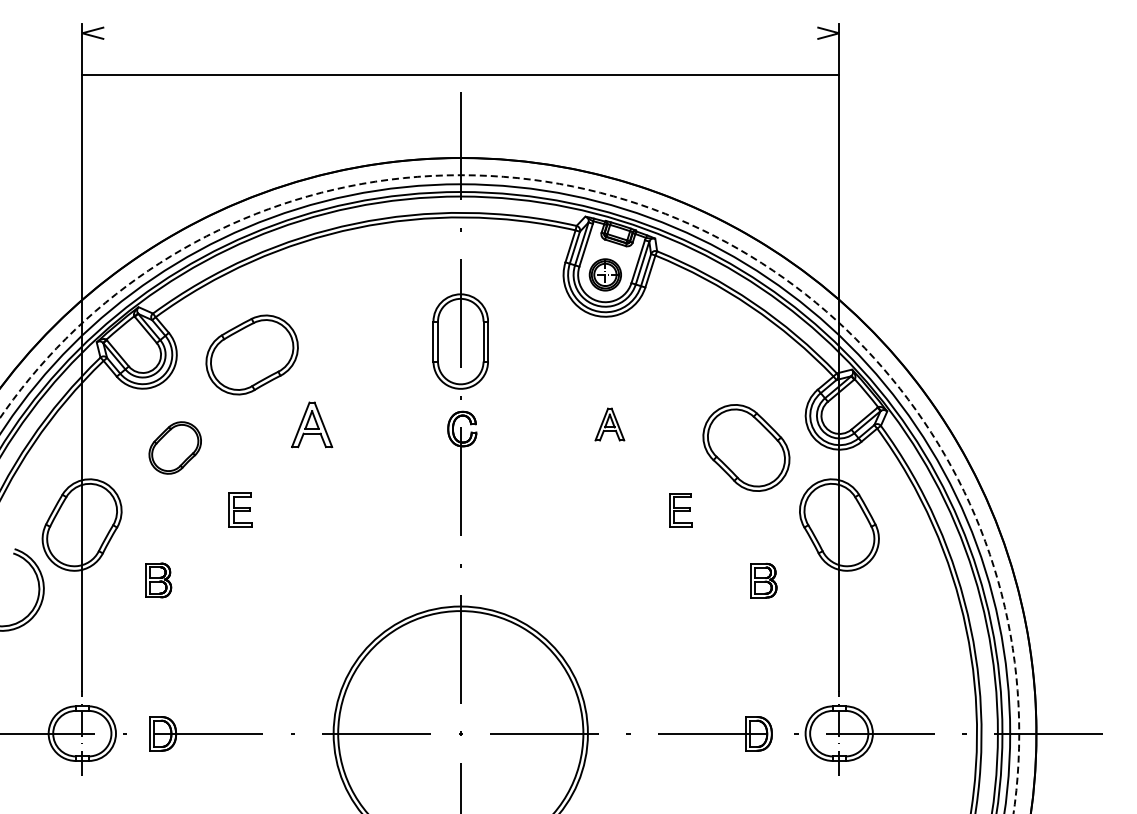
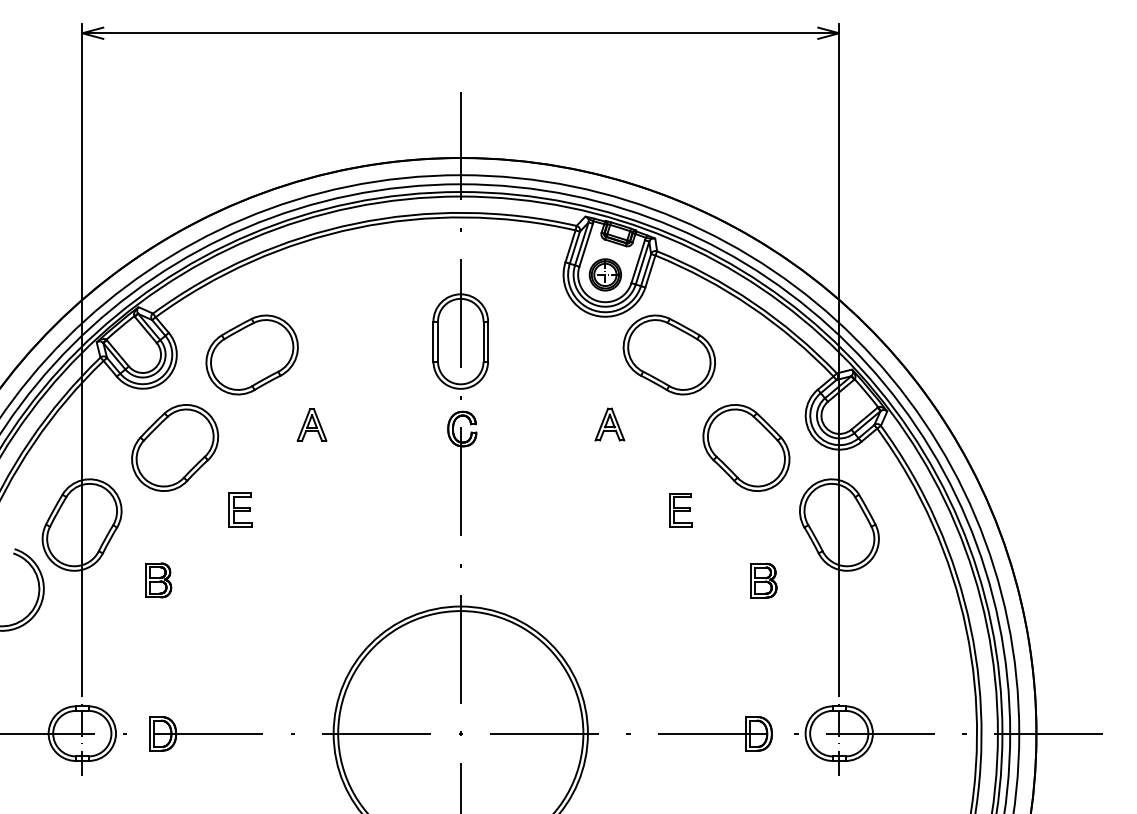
line at (460, 75) position: (460, 75) -> (460, 33)
part at (668, 354): none -> present
part at (312, 424) size: 43x48 px -> 32x34 px
part at (174, 447) size: 54x54 px -> 89x88 px
circle at (509, 494): dashed -> solid
